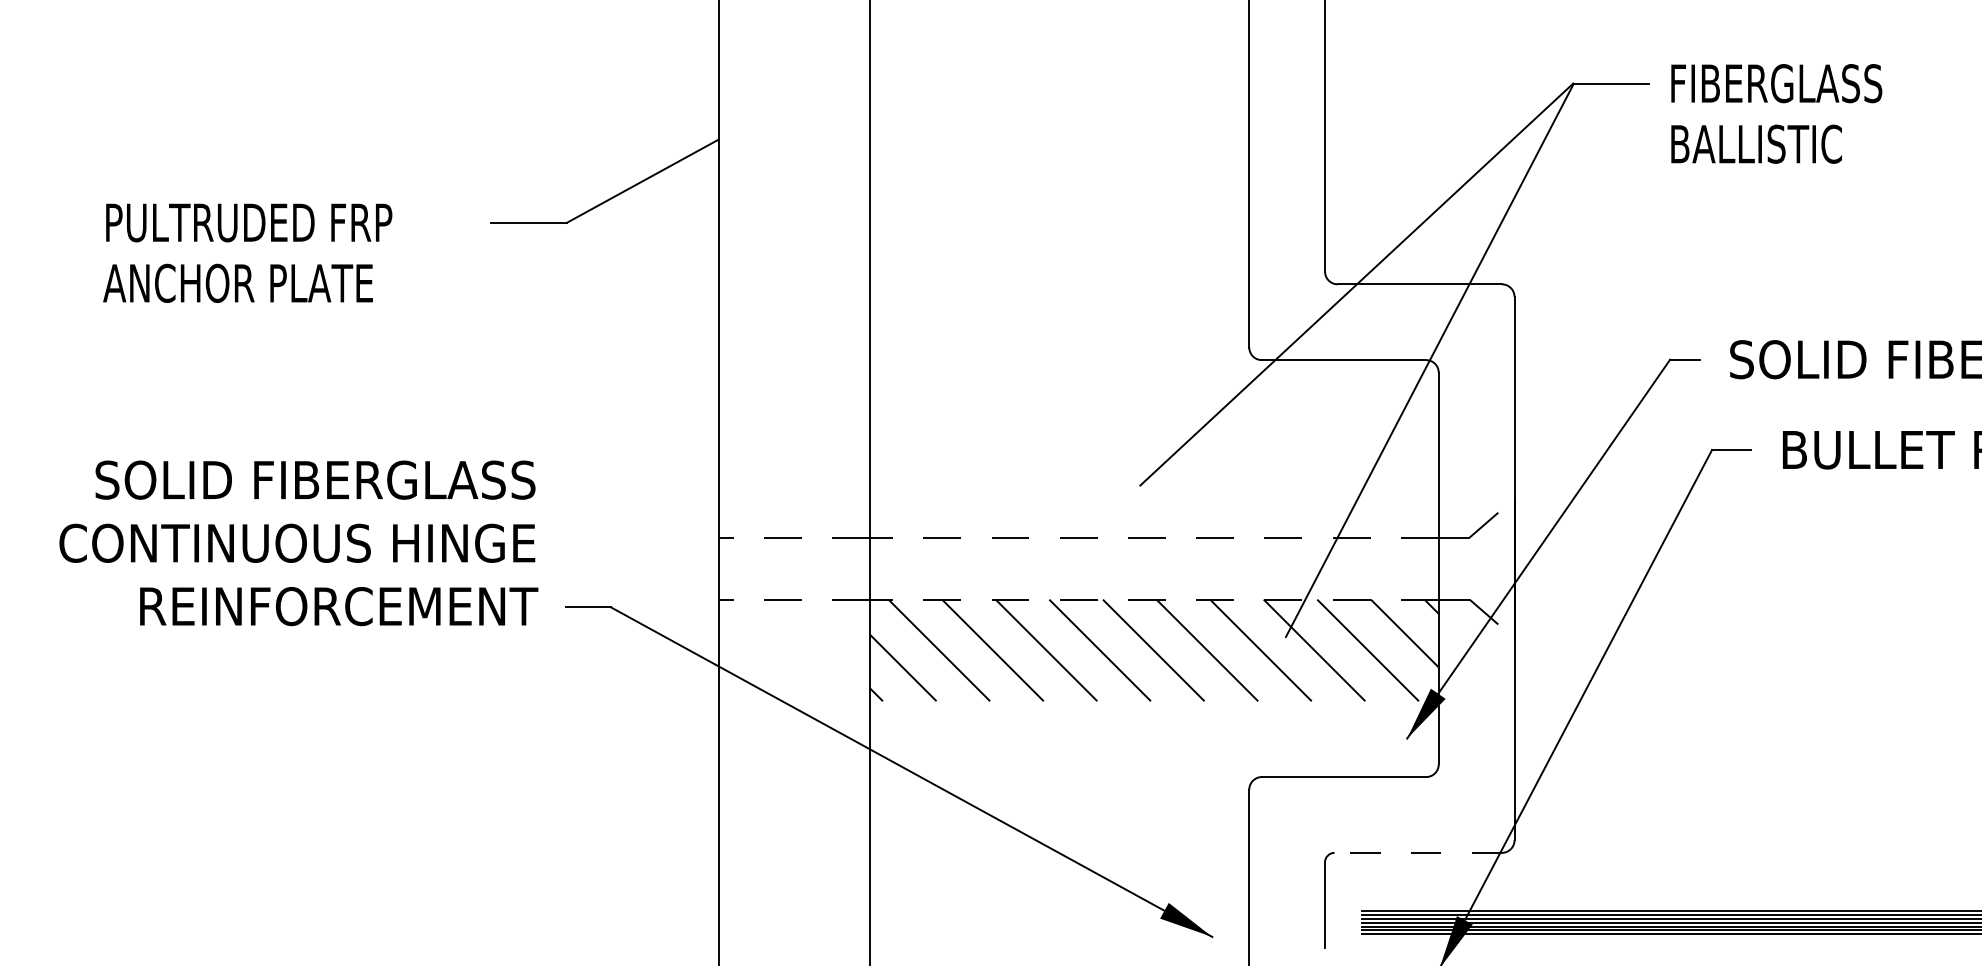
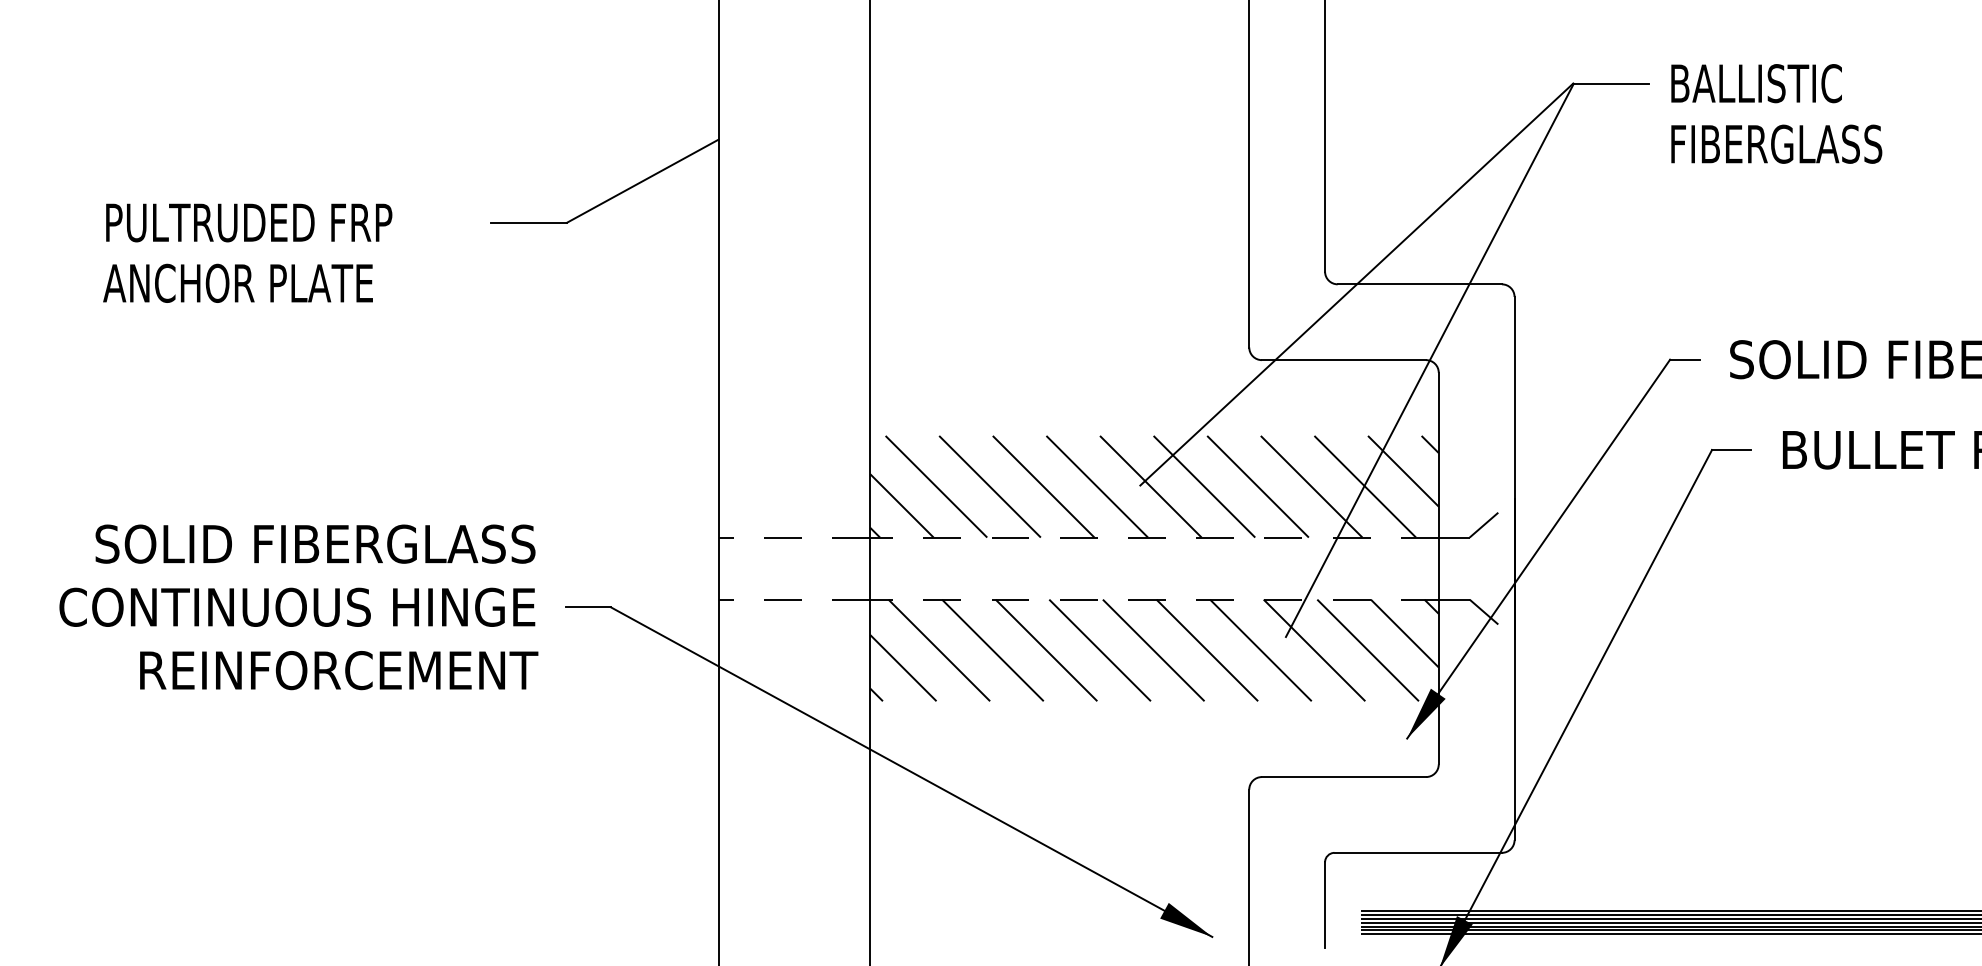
text at (1778, 83): FIBERGLASS -> BALLISTIC
text at (1778, 143): BALLISTIC -> FIBERGLASS
hatch at (1154, 486): none -> present
text at (298, 543) position: (298, 543) -> (298, 607)
line at (1418, 852): dashed -> solid
